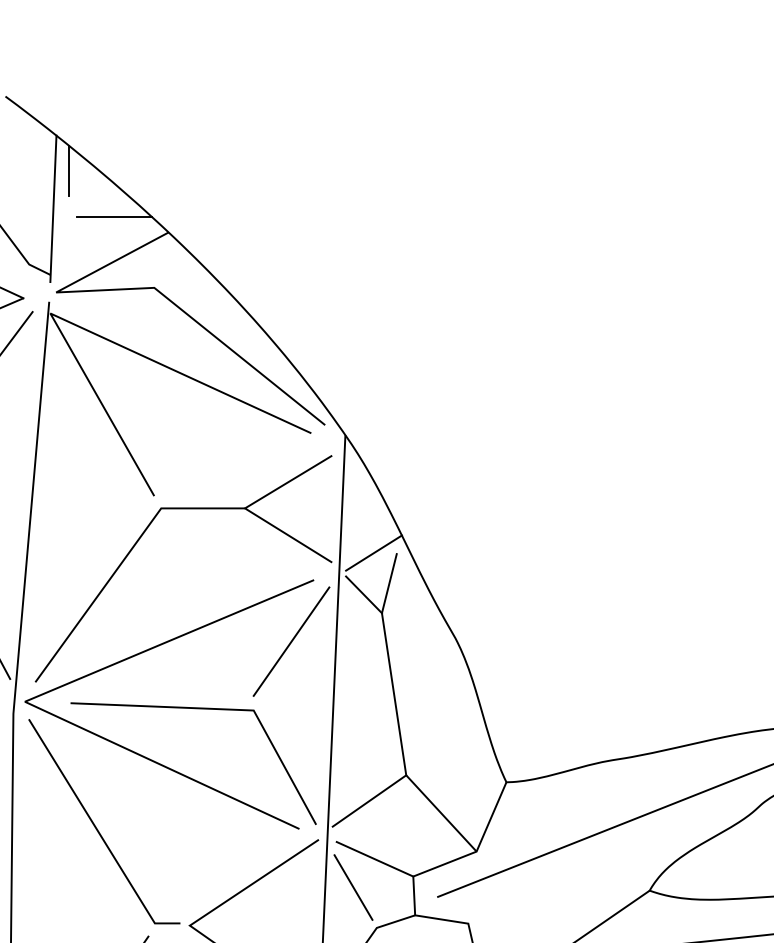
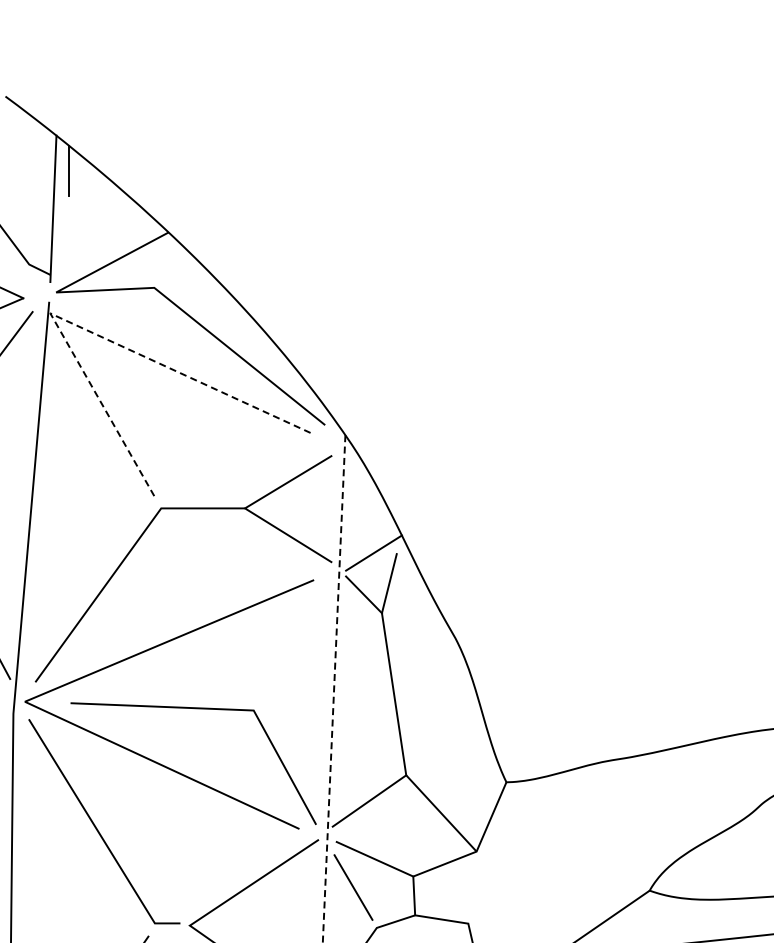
line at (113, 216): present -> none
line at (84, 329): solid -> dashed
line at (291, 641): present -> none
line at (334, 689): solid -> dashed
line at (604, 830): present -> none
